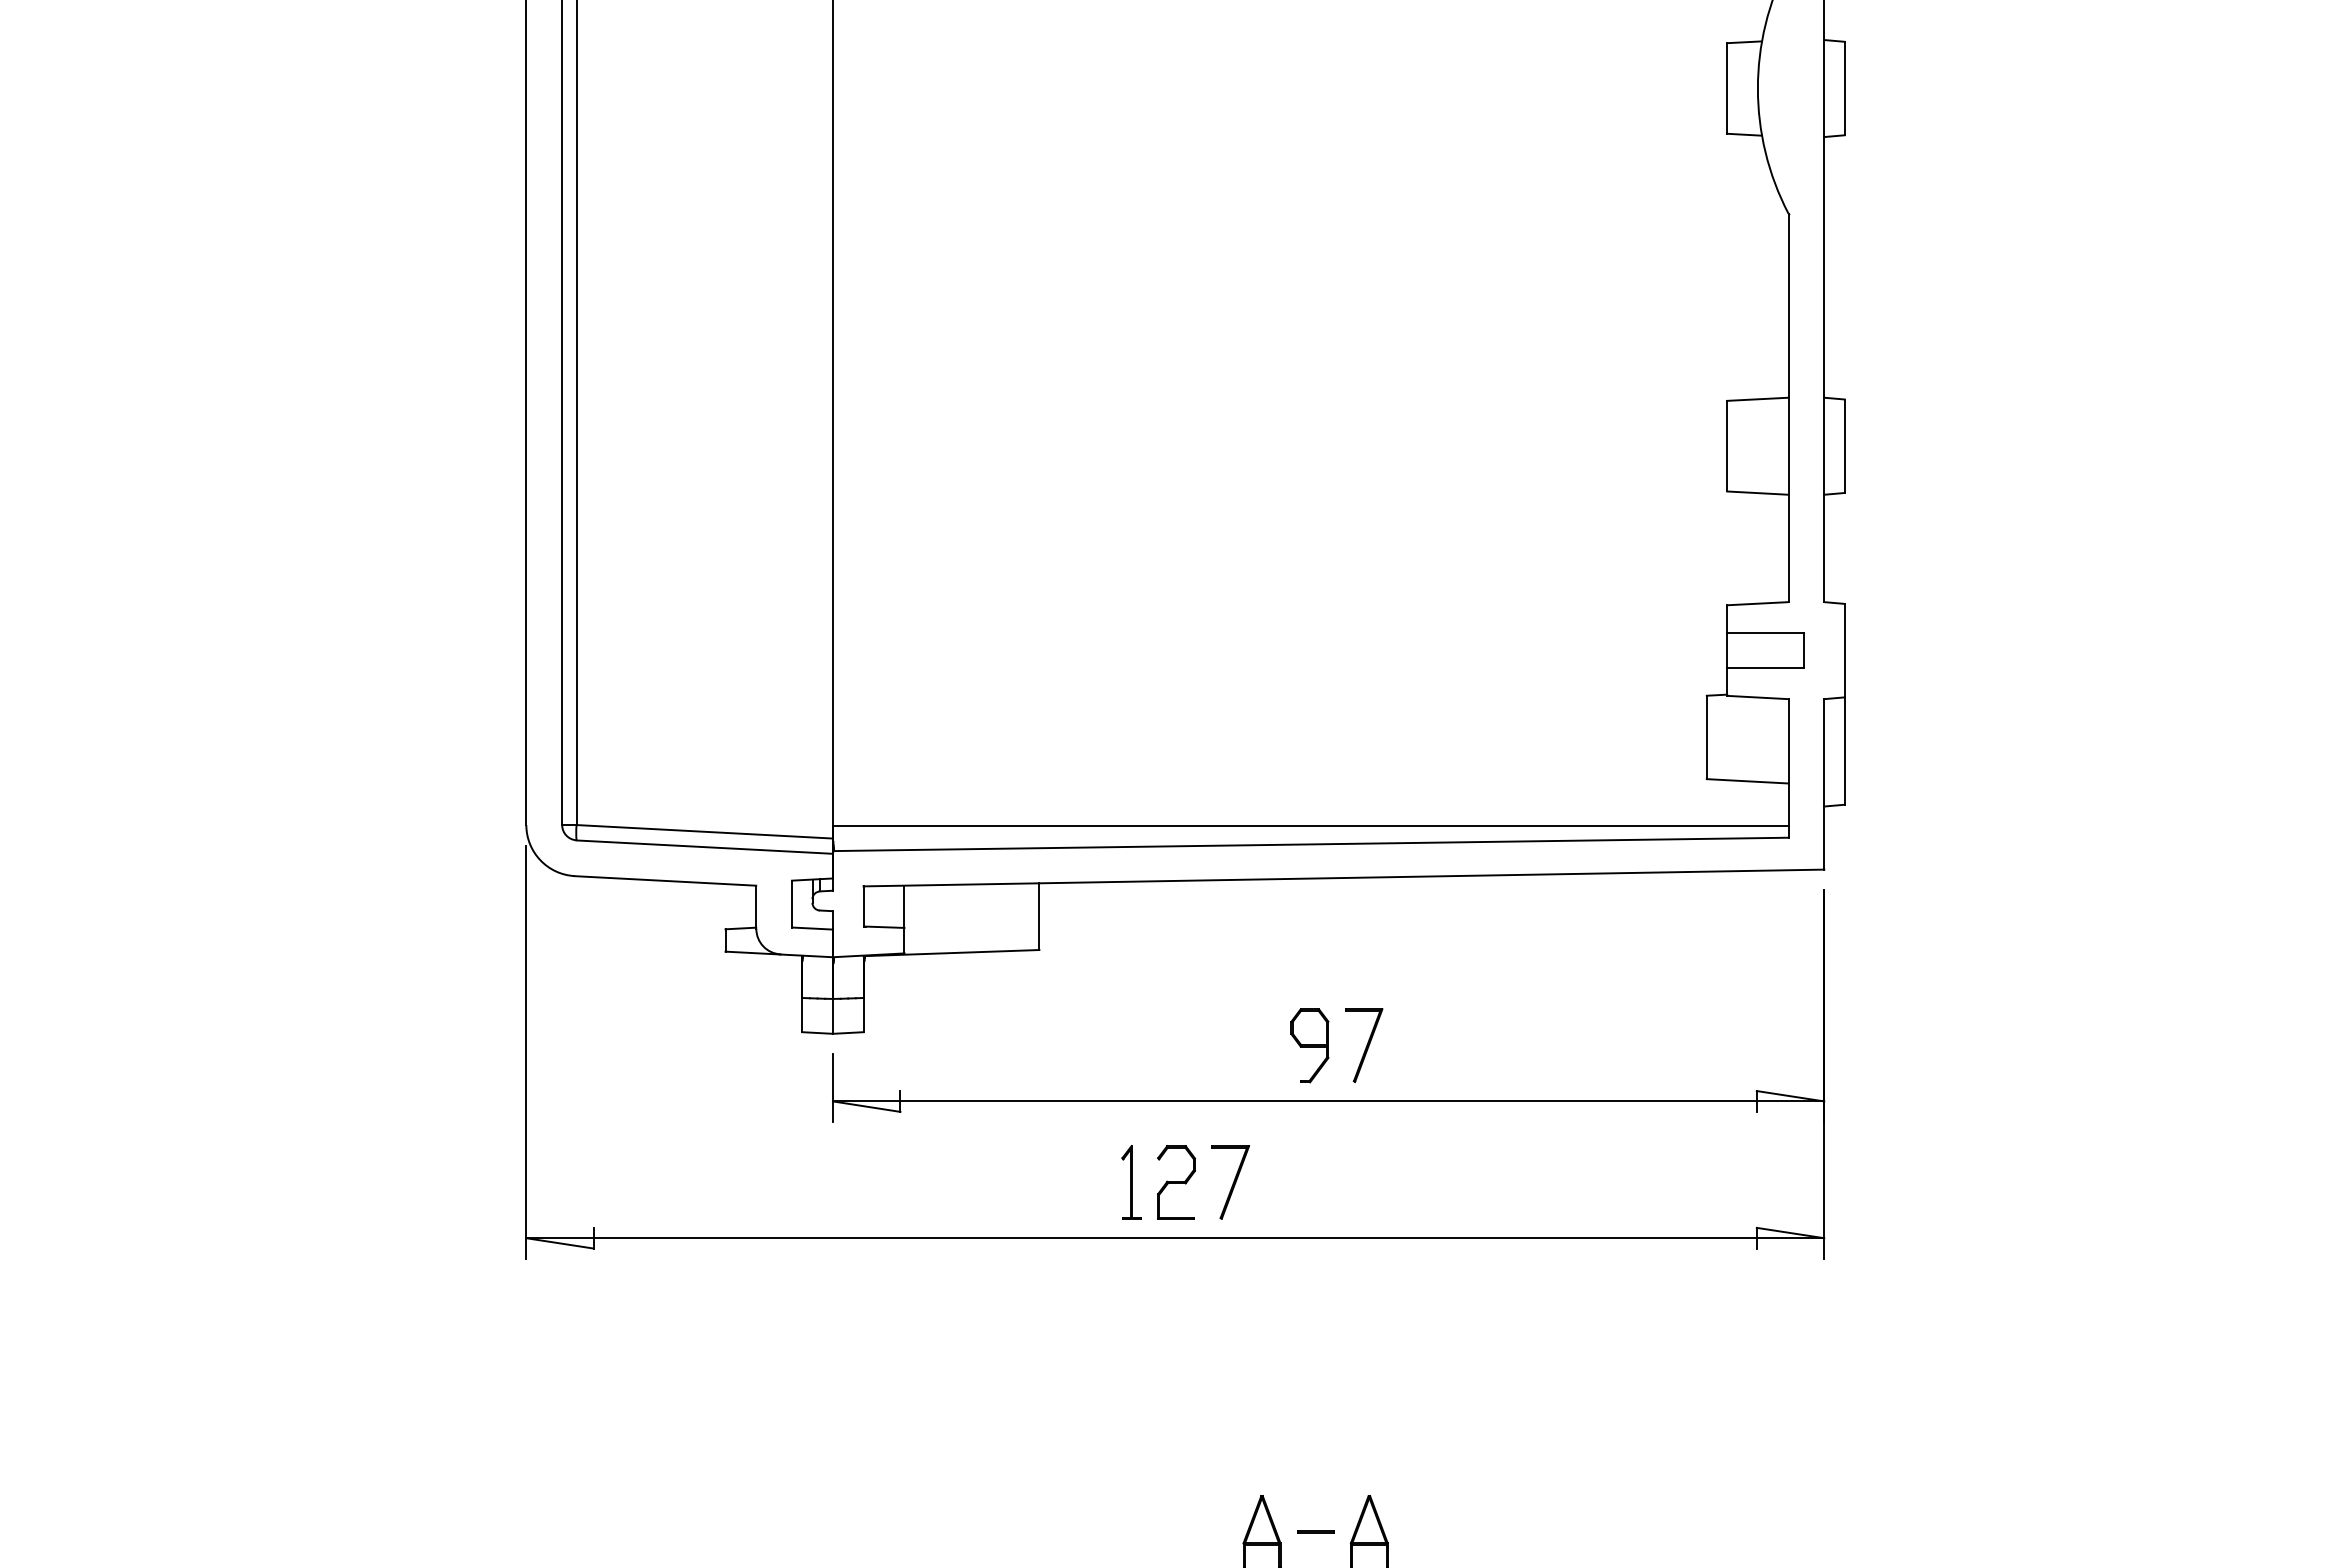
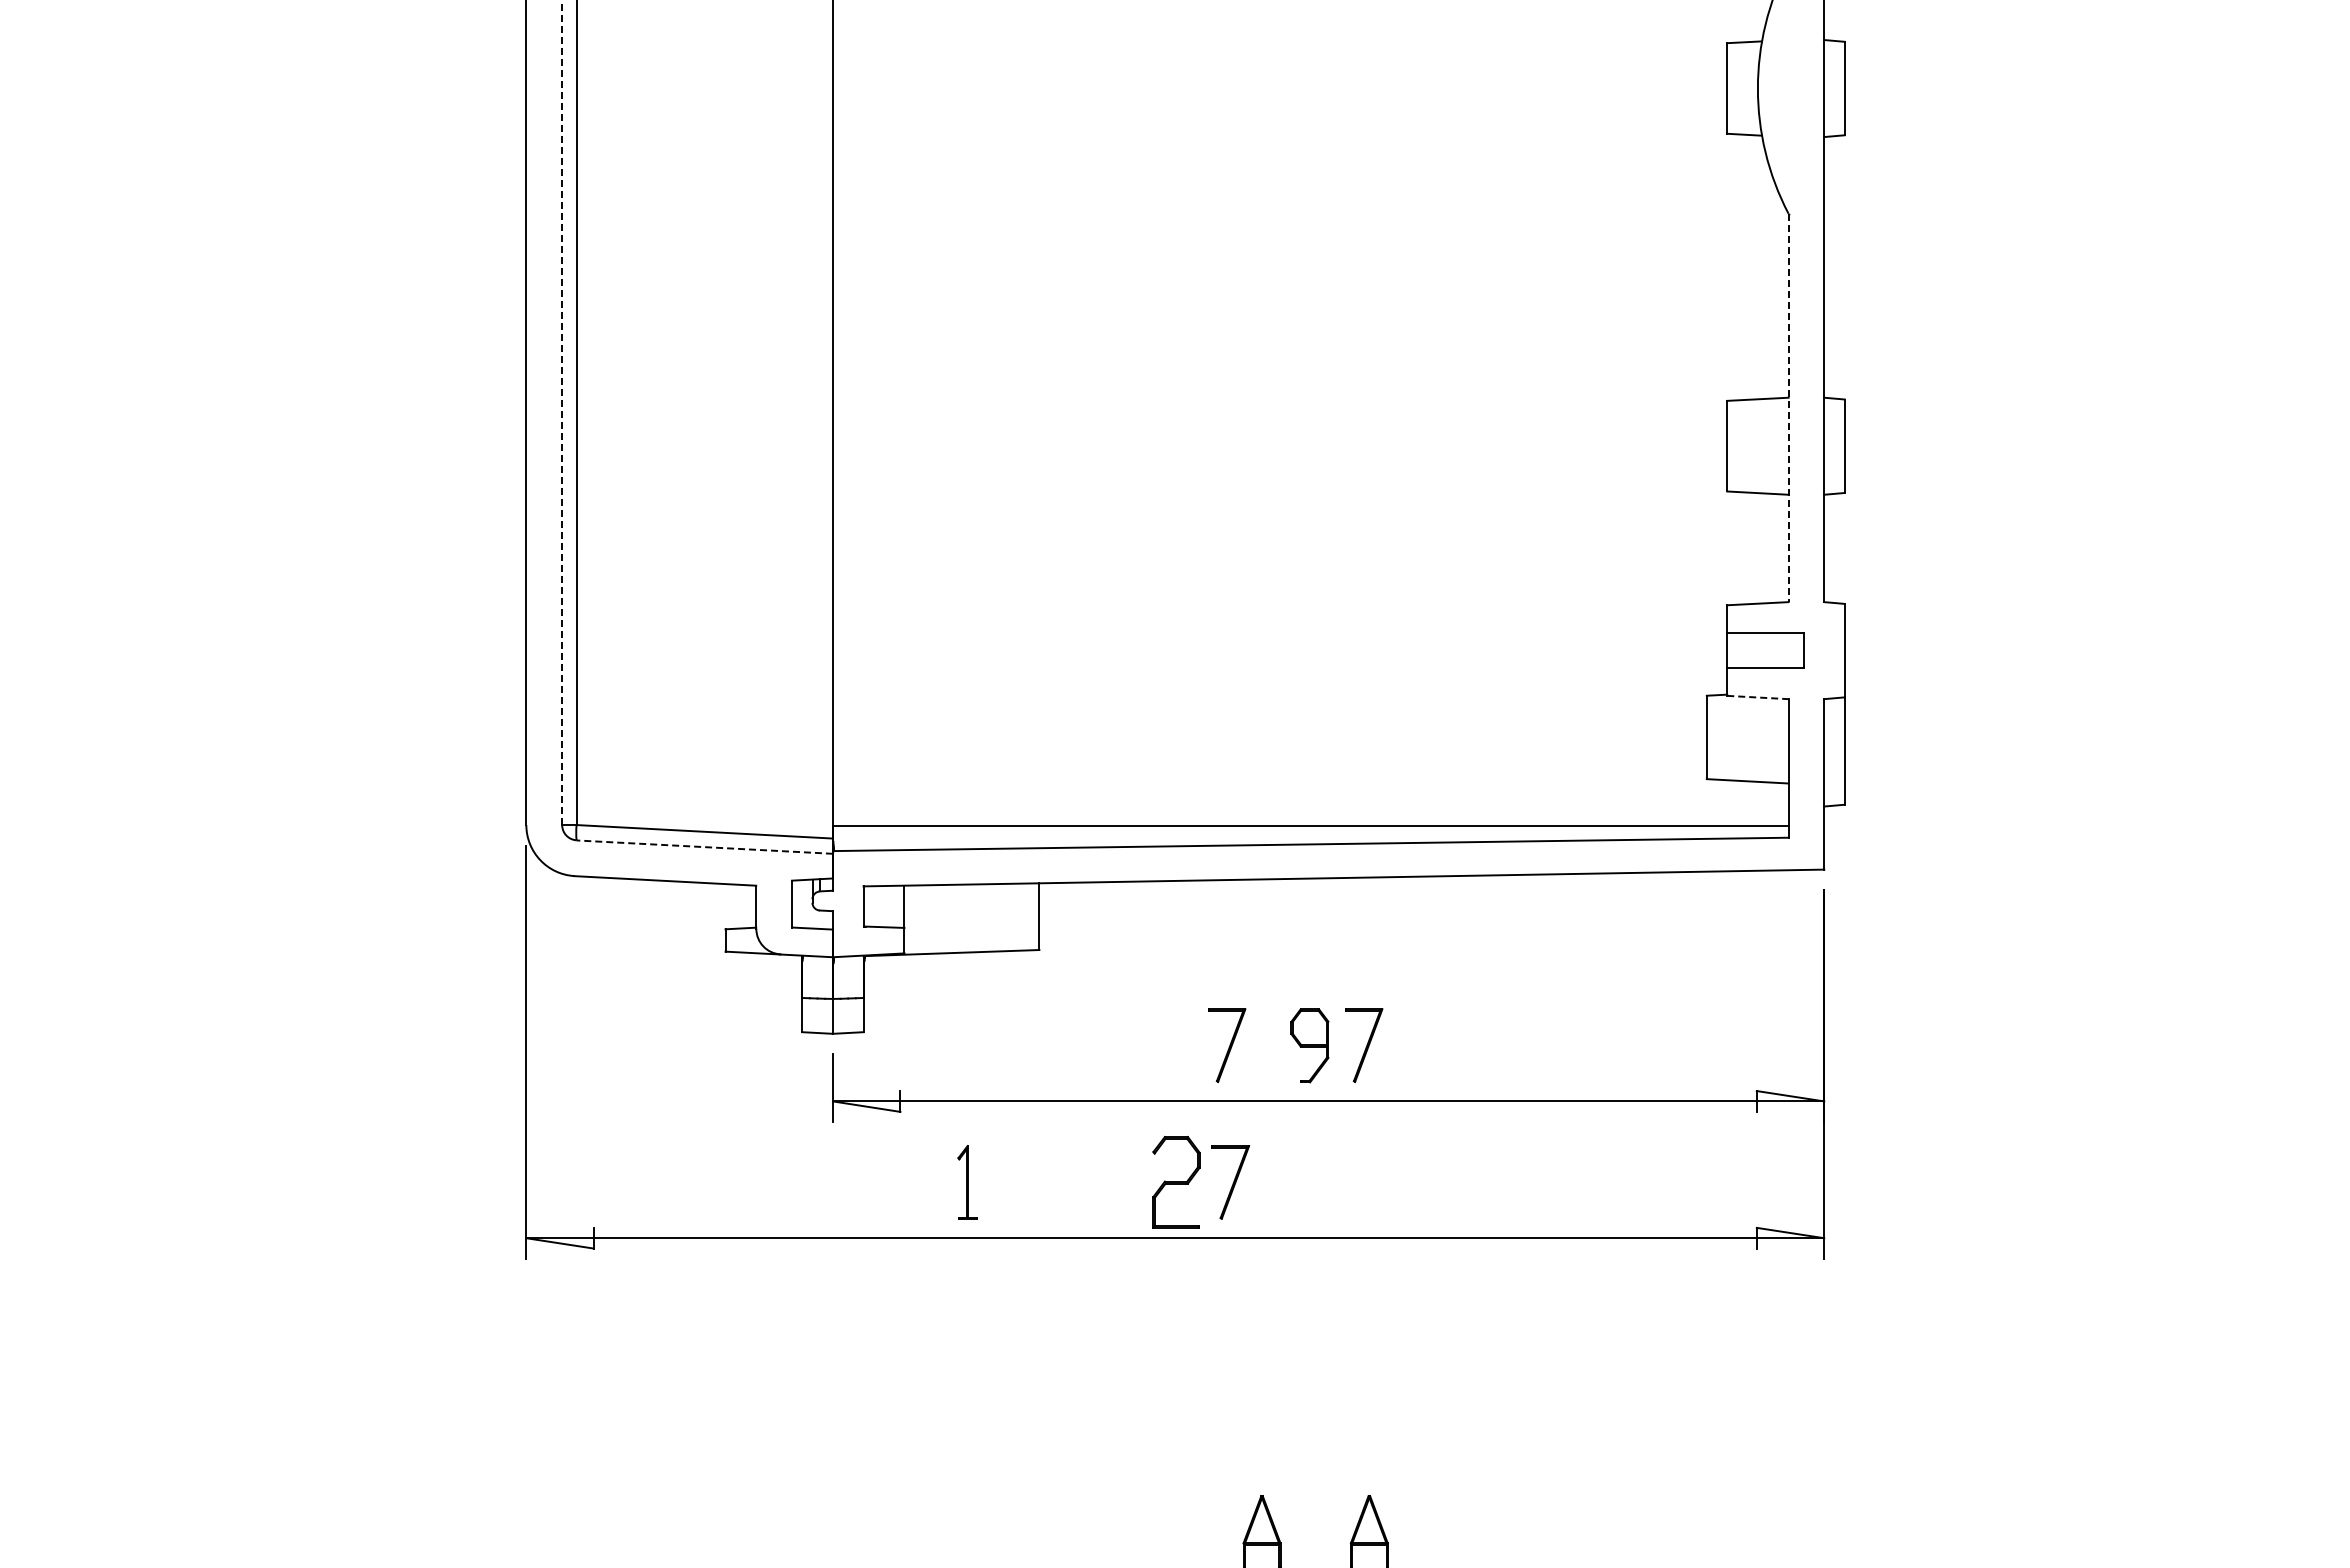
line at (1788, 408): solid -> dashed
line at (562, 412): solid -> dashed
line at (1757, 697): solid -> dashed
line at (704, 847): solid -> dashed
part at (1227, 1045): none -> present
part at (1131, 1182) position: (1131, 1182) -> (967, 1182)
part at (1176, 1182) size: 40x75 px -> 49x93 px
line at (1315, 1531): present -> none
